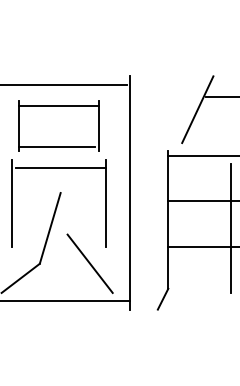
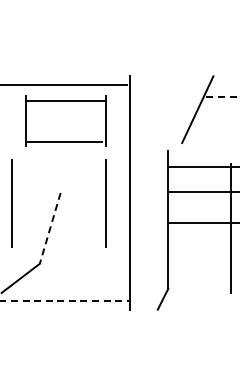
line at (223, 97): solid -> dashed
part at (58, 106) position: (58, 106) -> (65, 101)
line at (202, 156) position: (202, 156) -> (202, 167)
line at (60, 168): present -> none
line at (202, 201) position: (202, 201) -> (202, 192)
line at (50, 228): solid -> dashed
line at (202, 247) position: (202, 247) -> (202, 223)
line at (89, 263): present -> none
line at (65, 301): solid -> dashed
